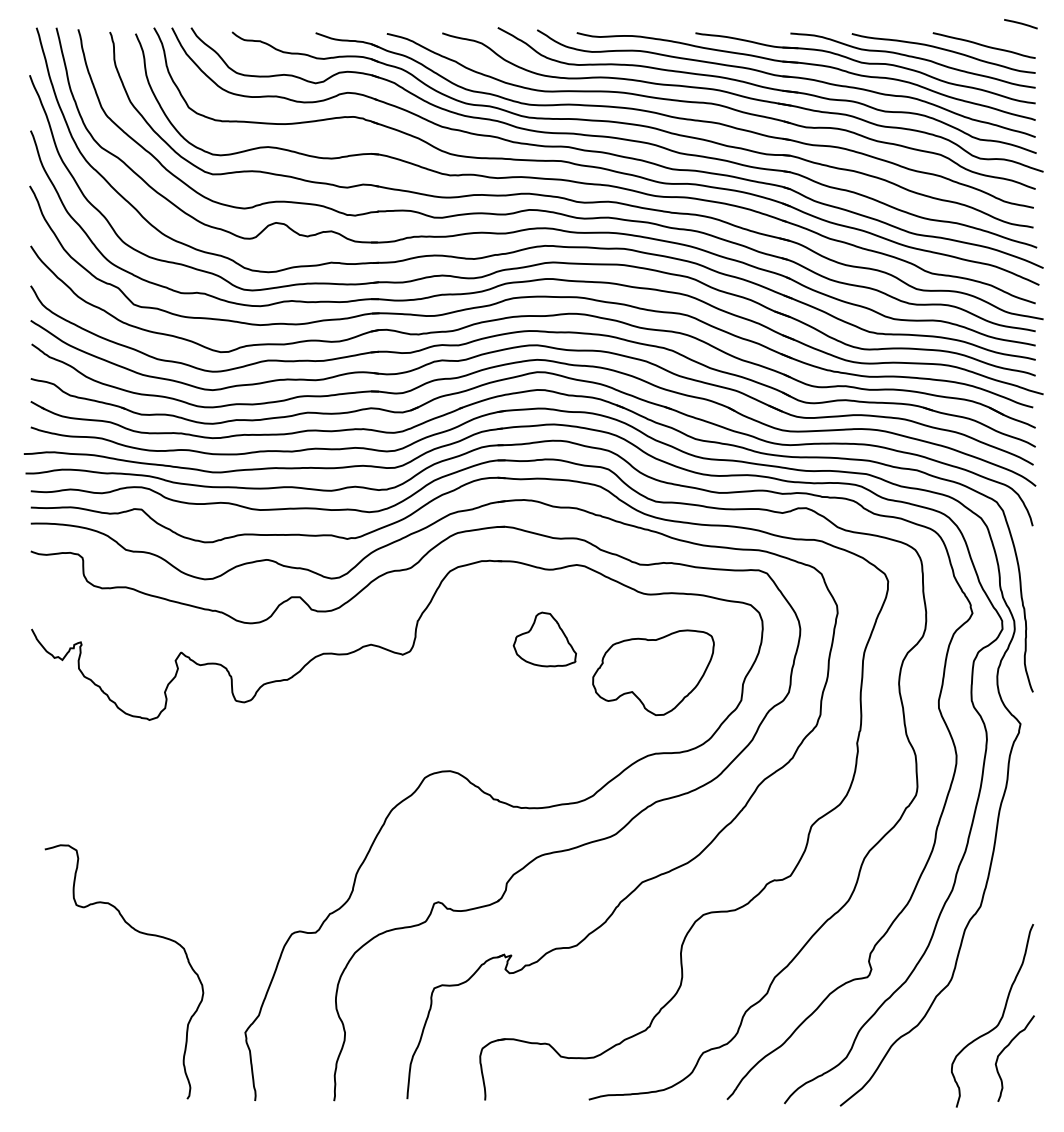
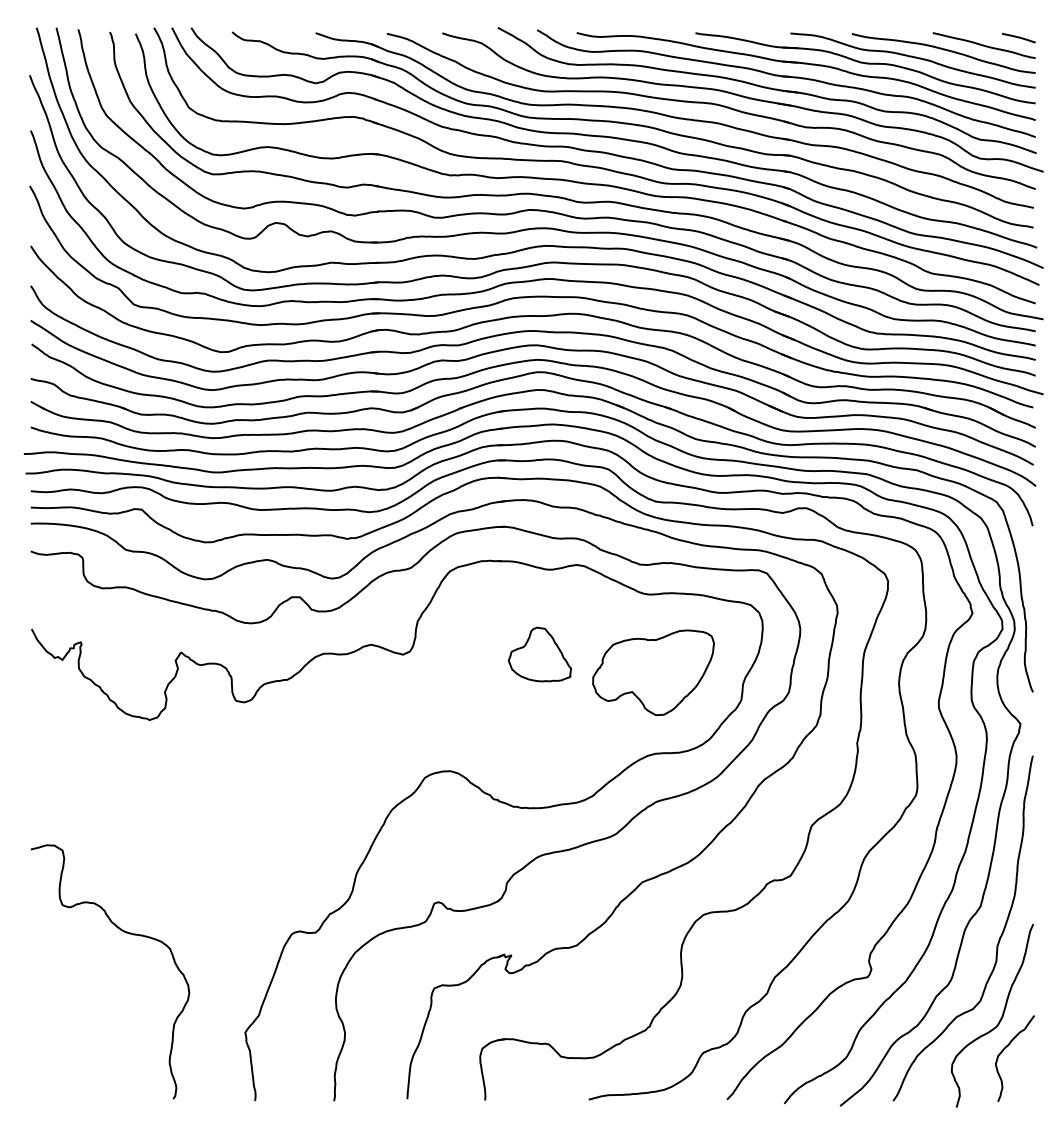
line at (1020, 24) position: (1020, 24) -> (1018, 38)
part at (544, 639) position: (544, 639) -> (539, 654)
curve at (140, 933) position: (140, 933) -> (126, 933)
curve at (998, 939): none -> present
